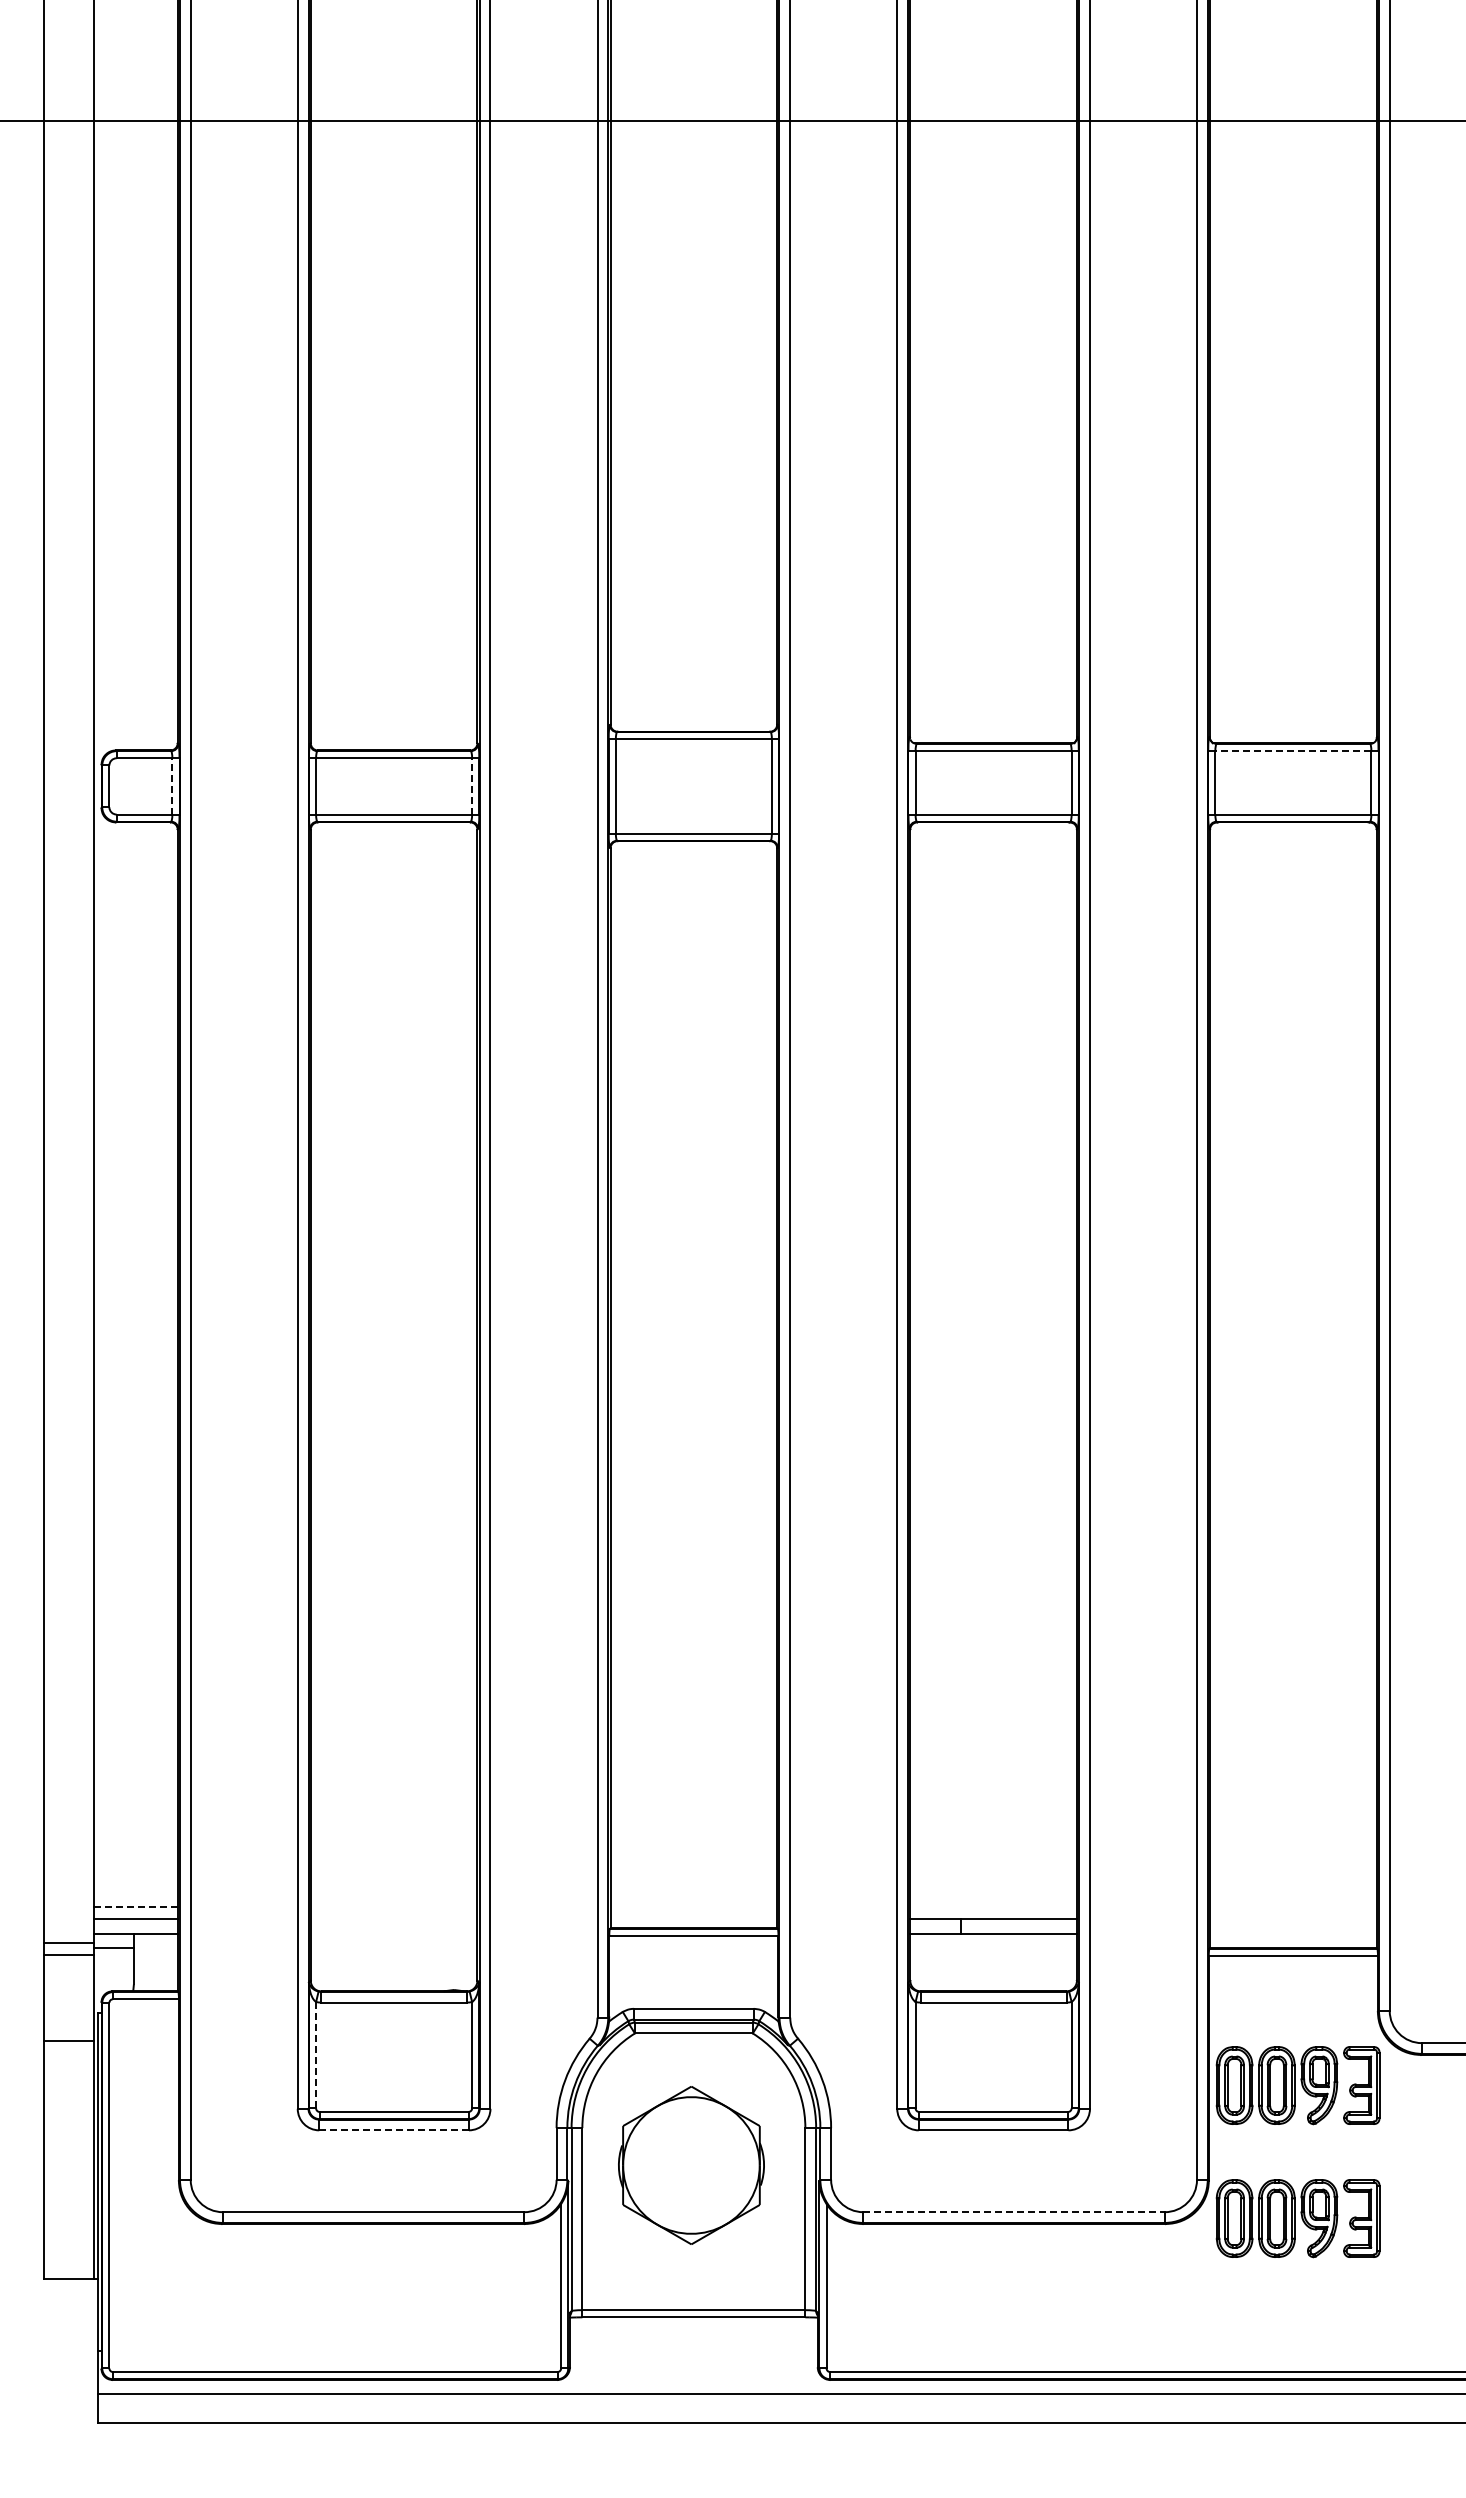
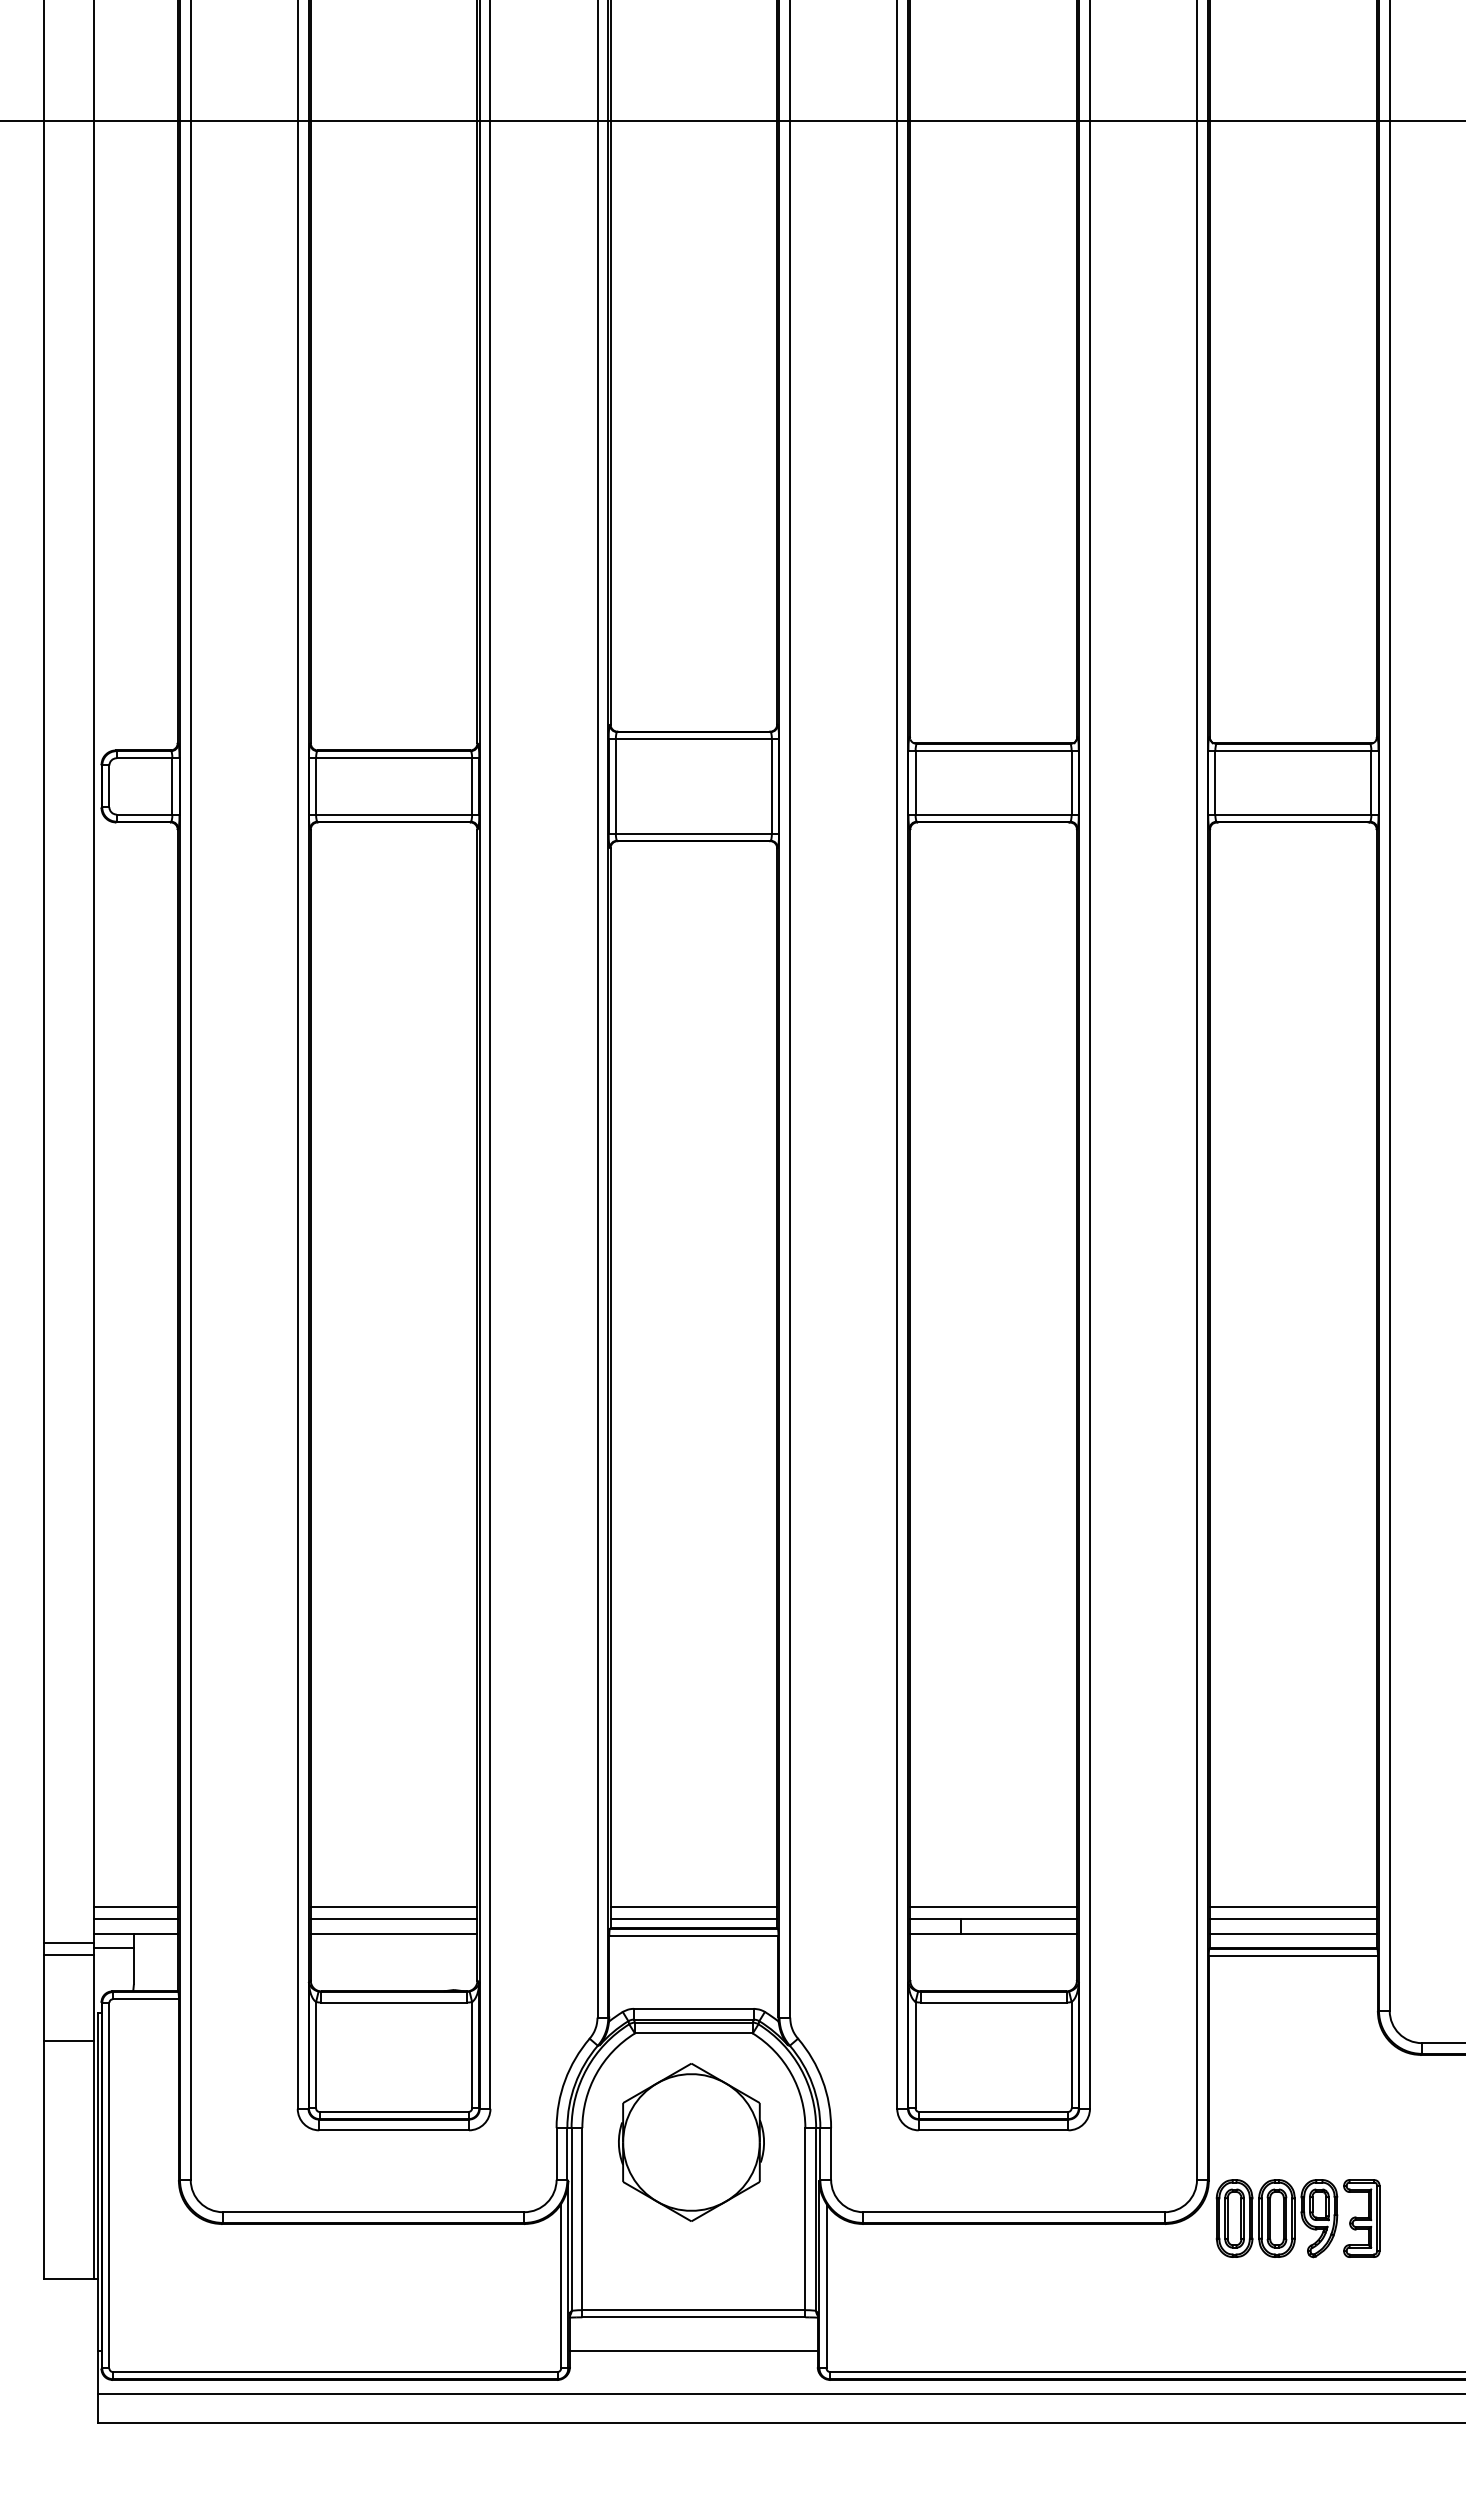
line at (1293, 751): dashed -> solid
line at (172, 785): dashed -> solid
line at (472, 785): dashed -> solid
line at (136, 1906): dashed -> solid
line at (393, 1906): none -> present
line at (693, 1906): none -> present
line at (993, 1906): none -> present
line at (1293, 1906): none -> present
line at (693, 1918): none -> present
line at (393, 1919): none -> present
line at (1293, 1919): none -> present
line at (393, 1933): none -> present
line at (1293, 1933): none -> present
line at (316, 2055): dashed -> solid
part at (1297, 2085): present -> none
line at (394, 2130): dashed -> solid
part at (691, 2165) position: (691, 2165) -> (691, 2142)
line at (1014, 2212): dashed -> solid
line at (693, 2351): none -> present
